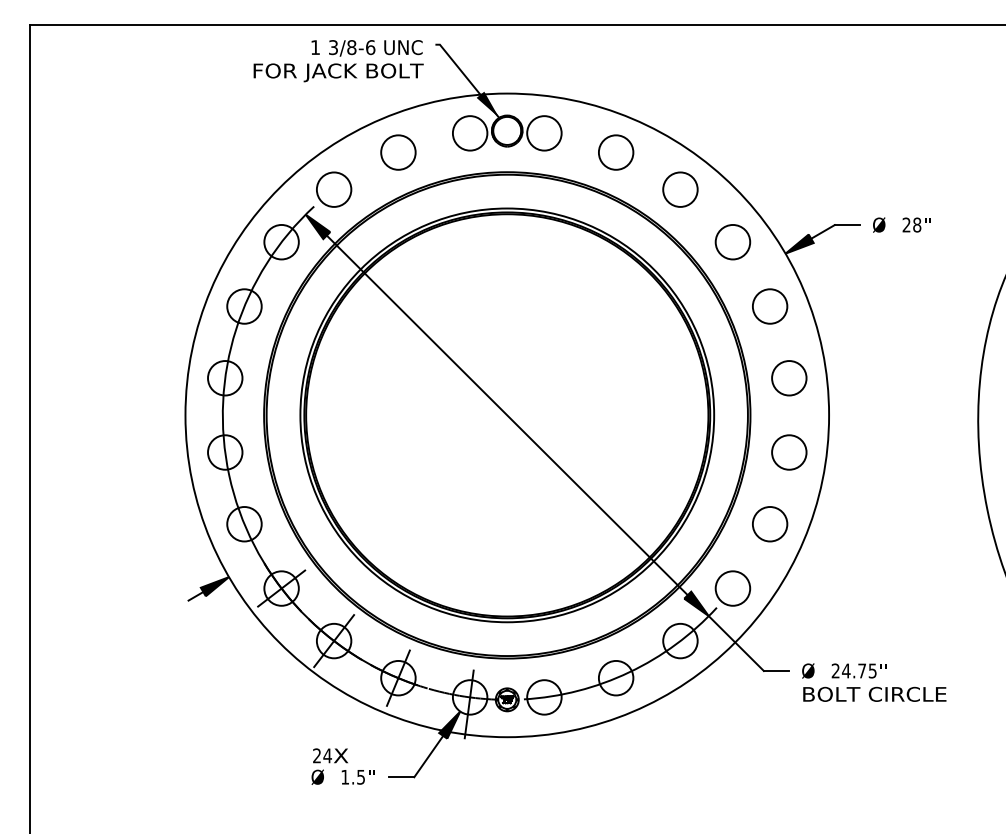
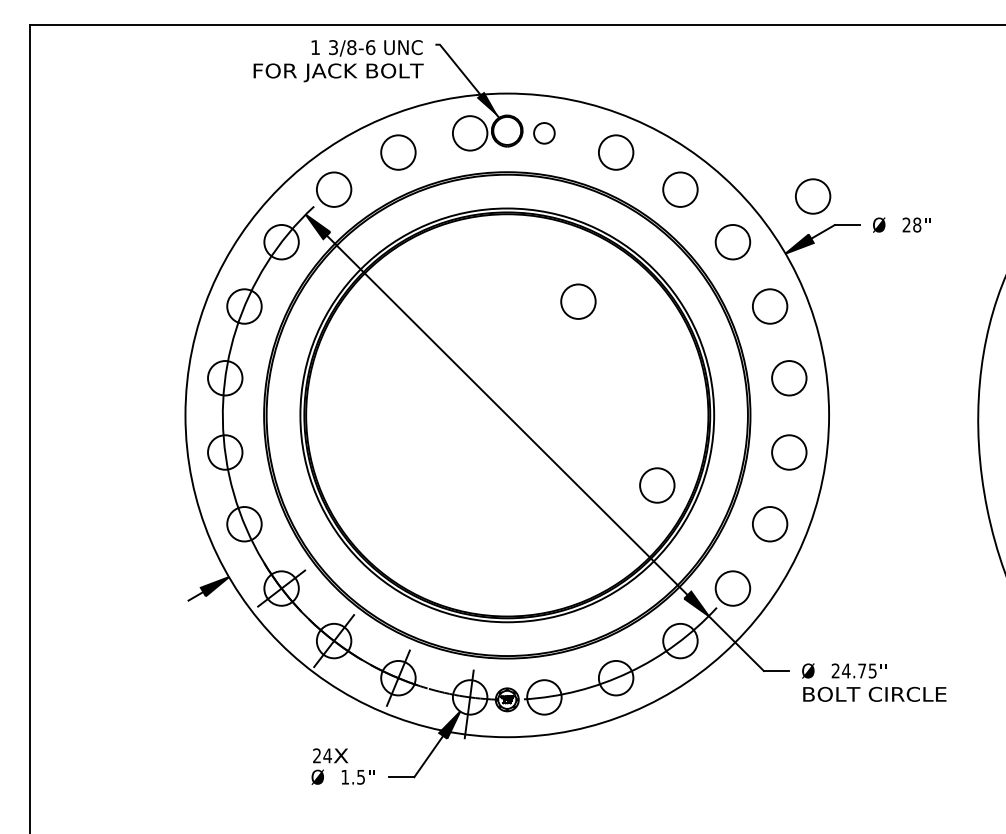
circle at (544, 133) diameter: 34 px -> 21 px
circle at (813, 196): none -> present
circle at (578, 301): none -> present
circle at (657, 485): none -> present
